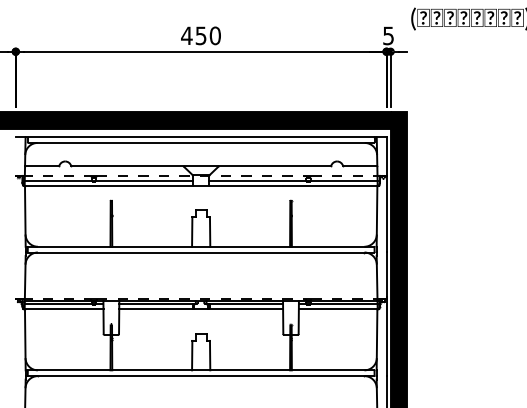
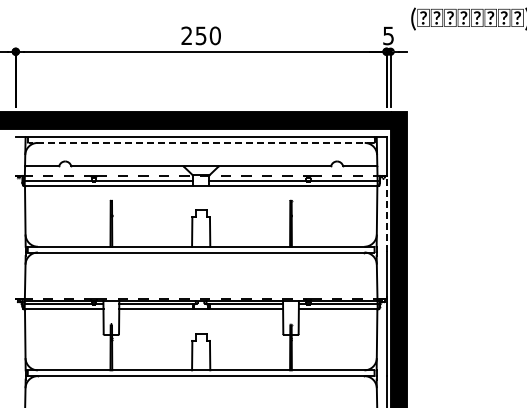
text at (186, 35): 450 -> 250
line at (201, 142): solid -> dashed
line at (386, 213): solid -> dashed
